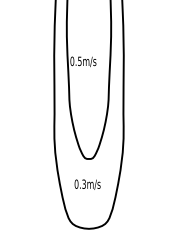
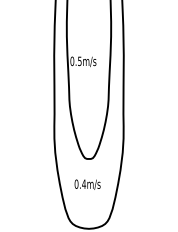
text at (84, 183): 0.3m/s -> 0.4m/s
